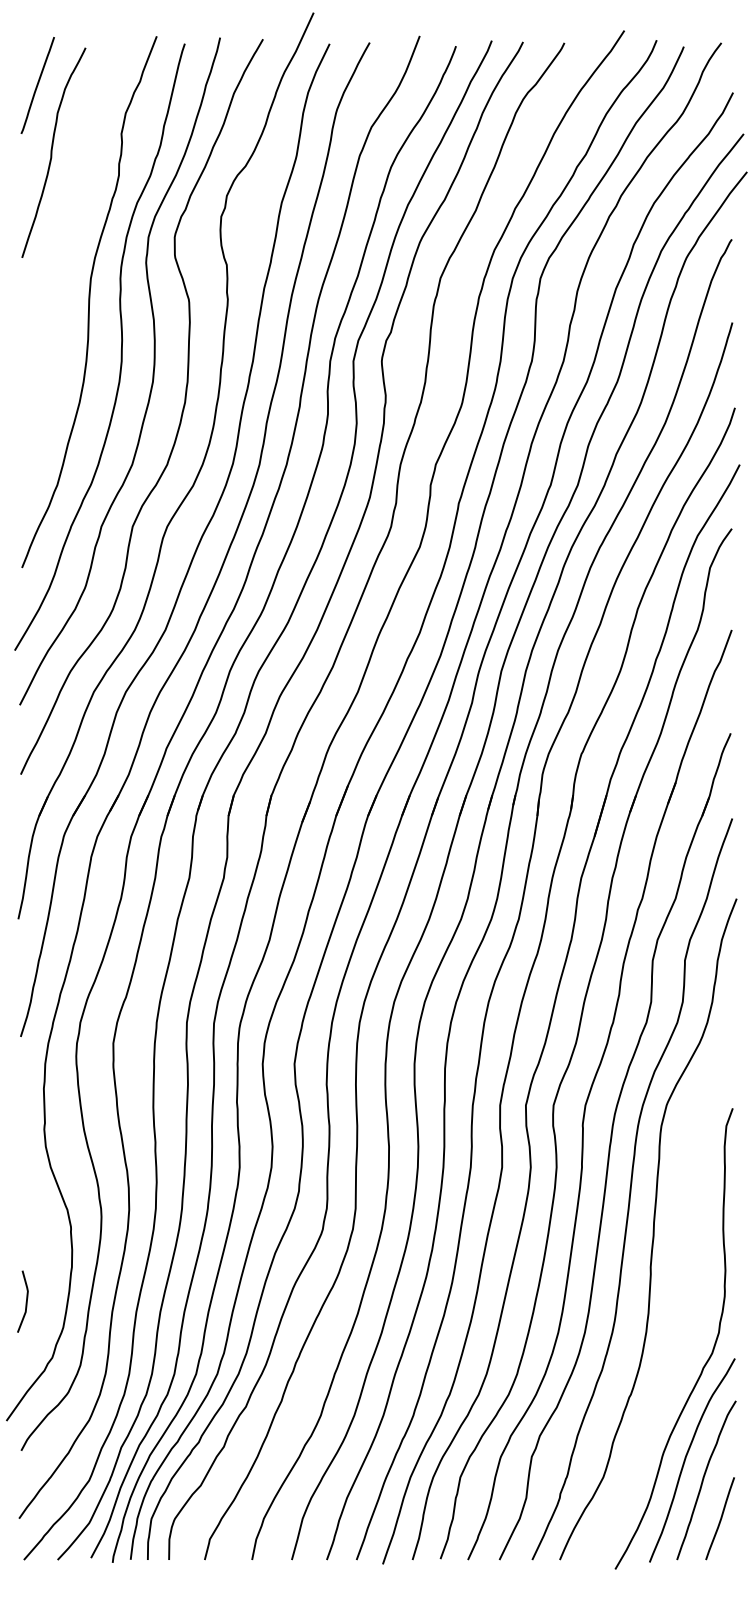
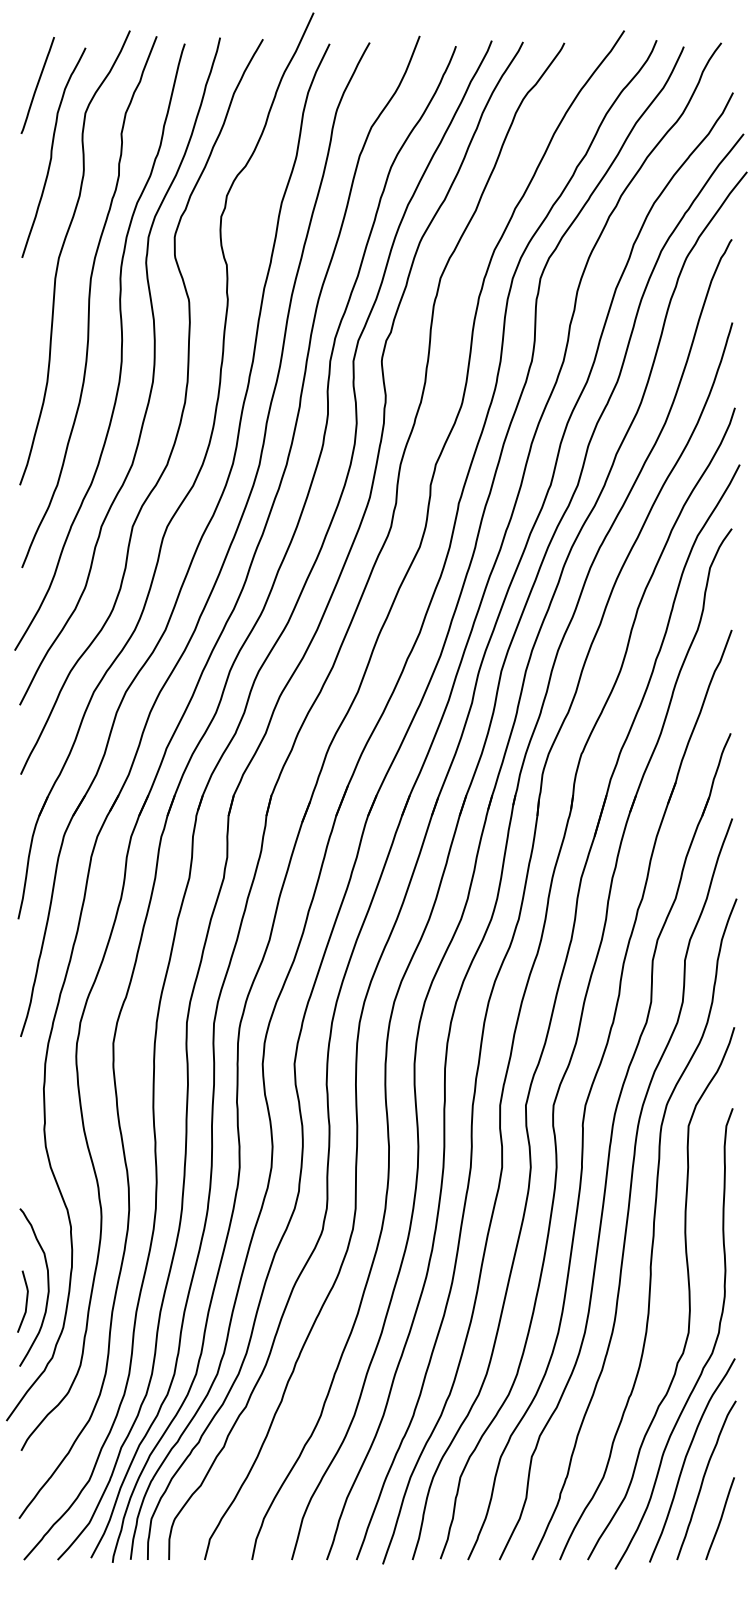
curve at (61, 253): none -> present
curve at (47, 1287): none -> present
curve at (688, 1293): none -> present
